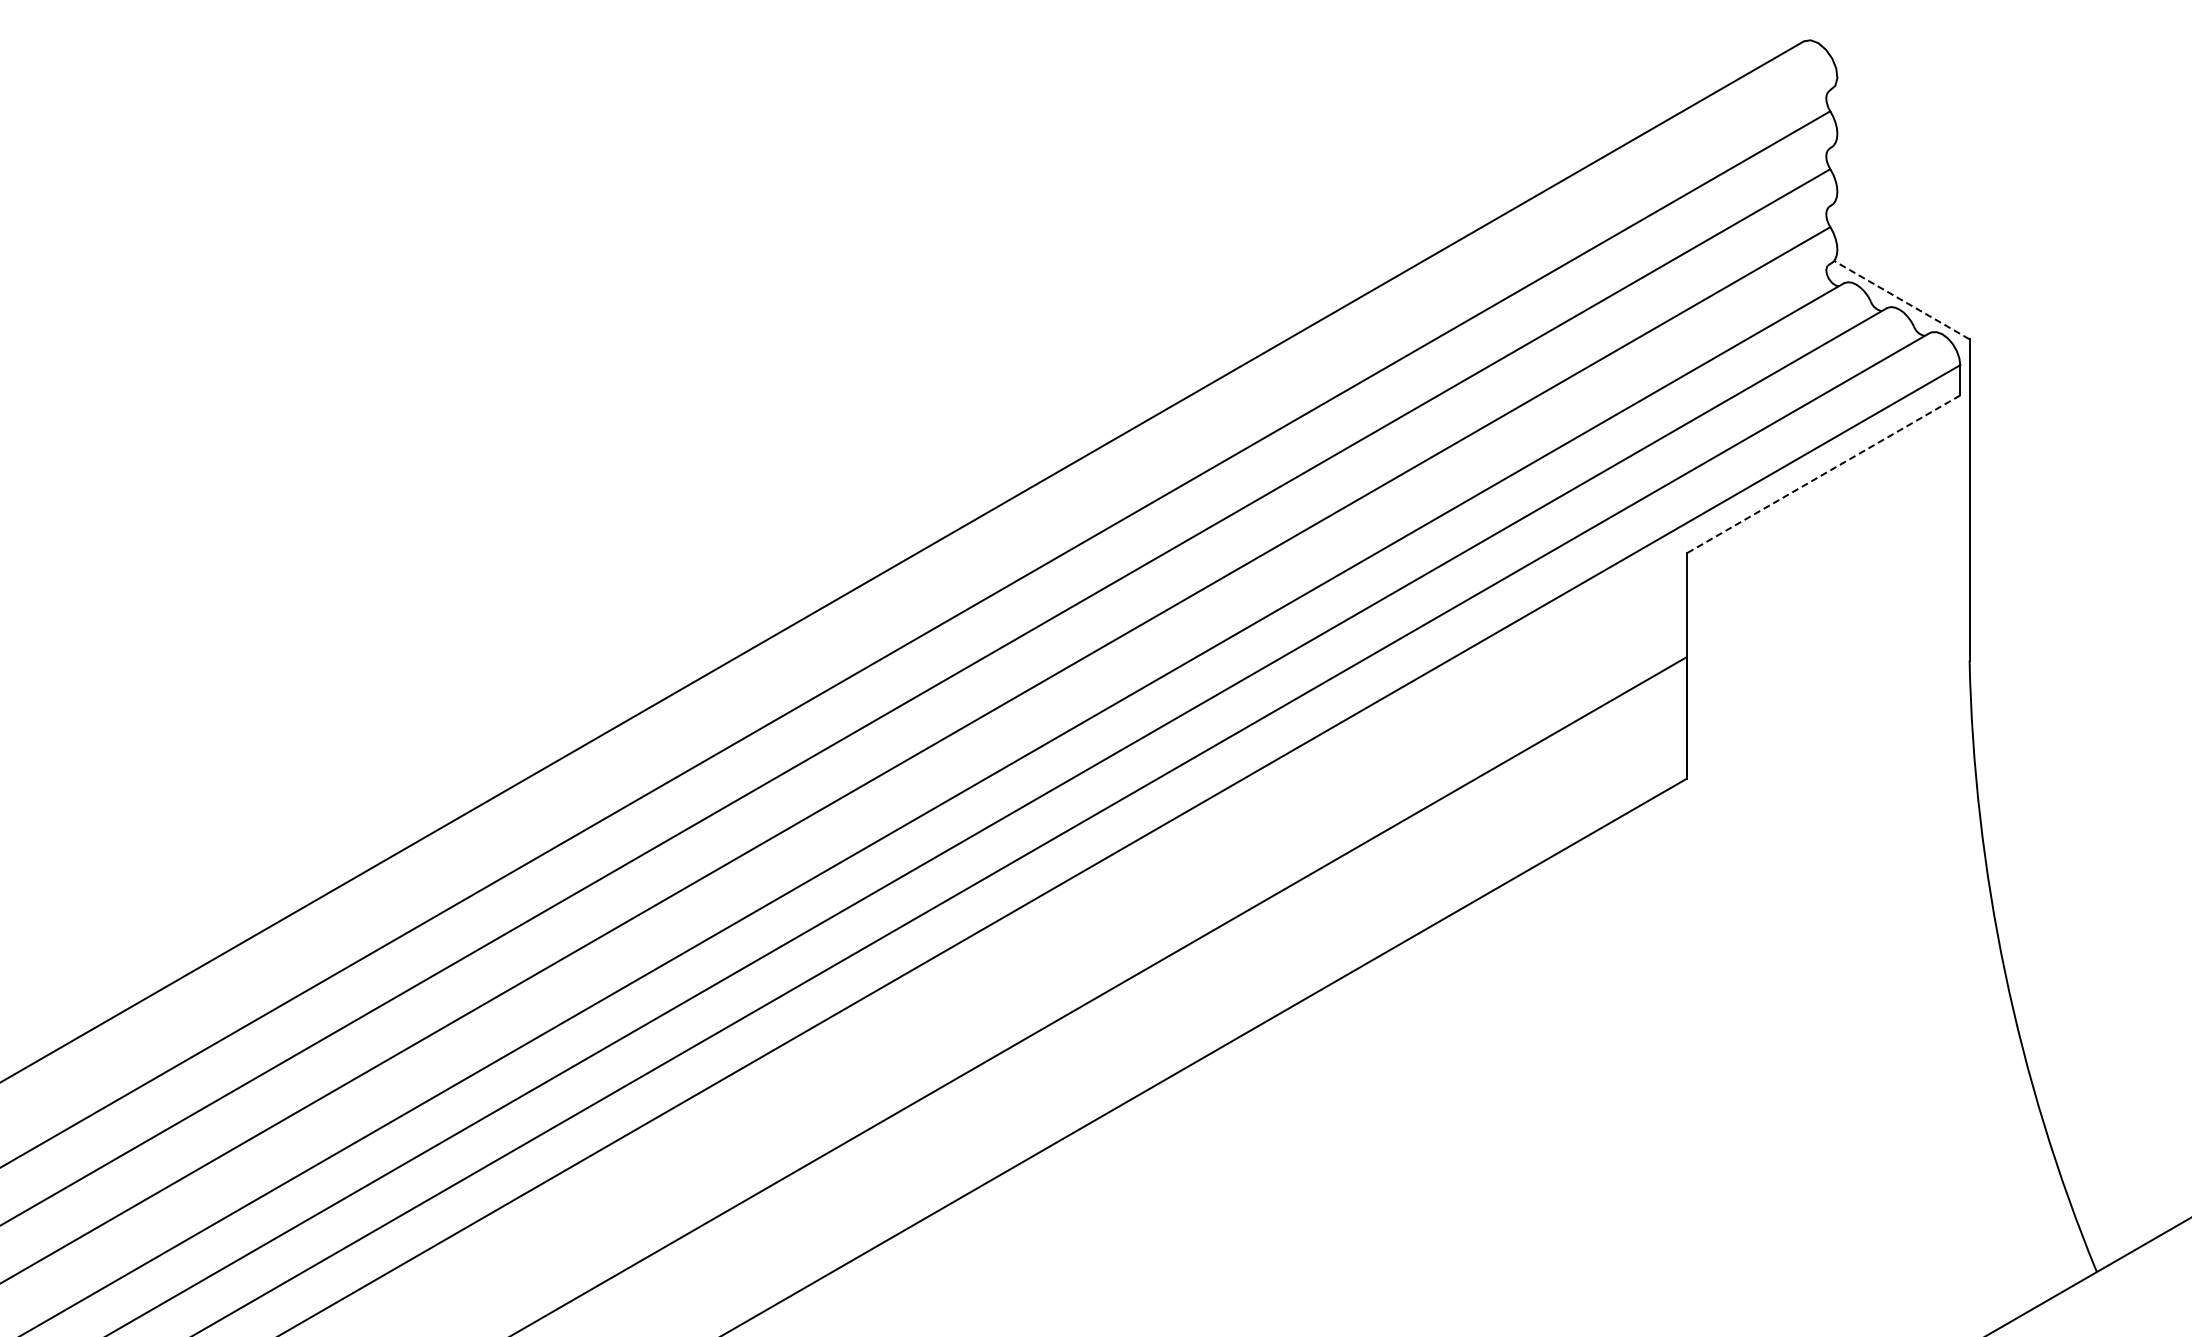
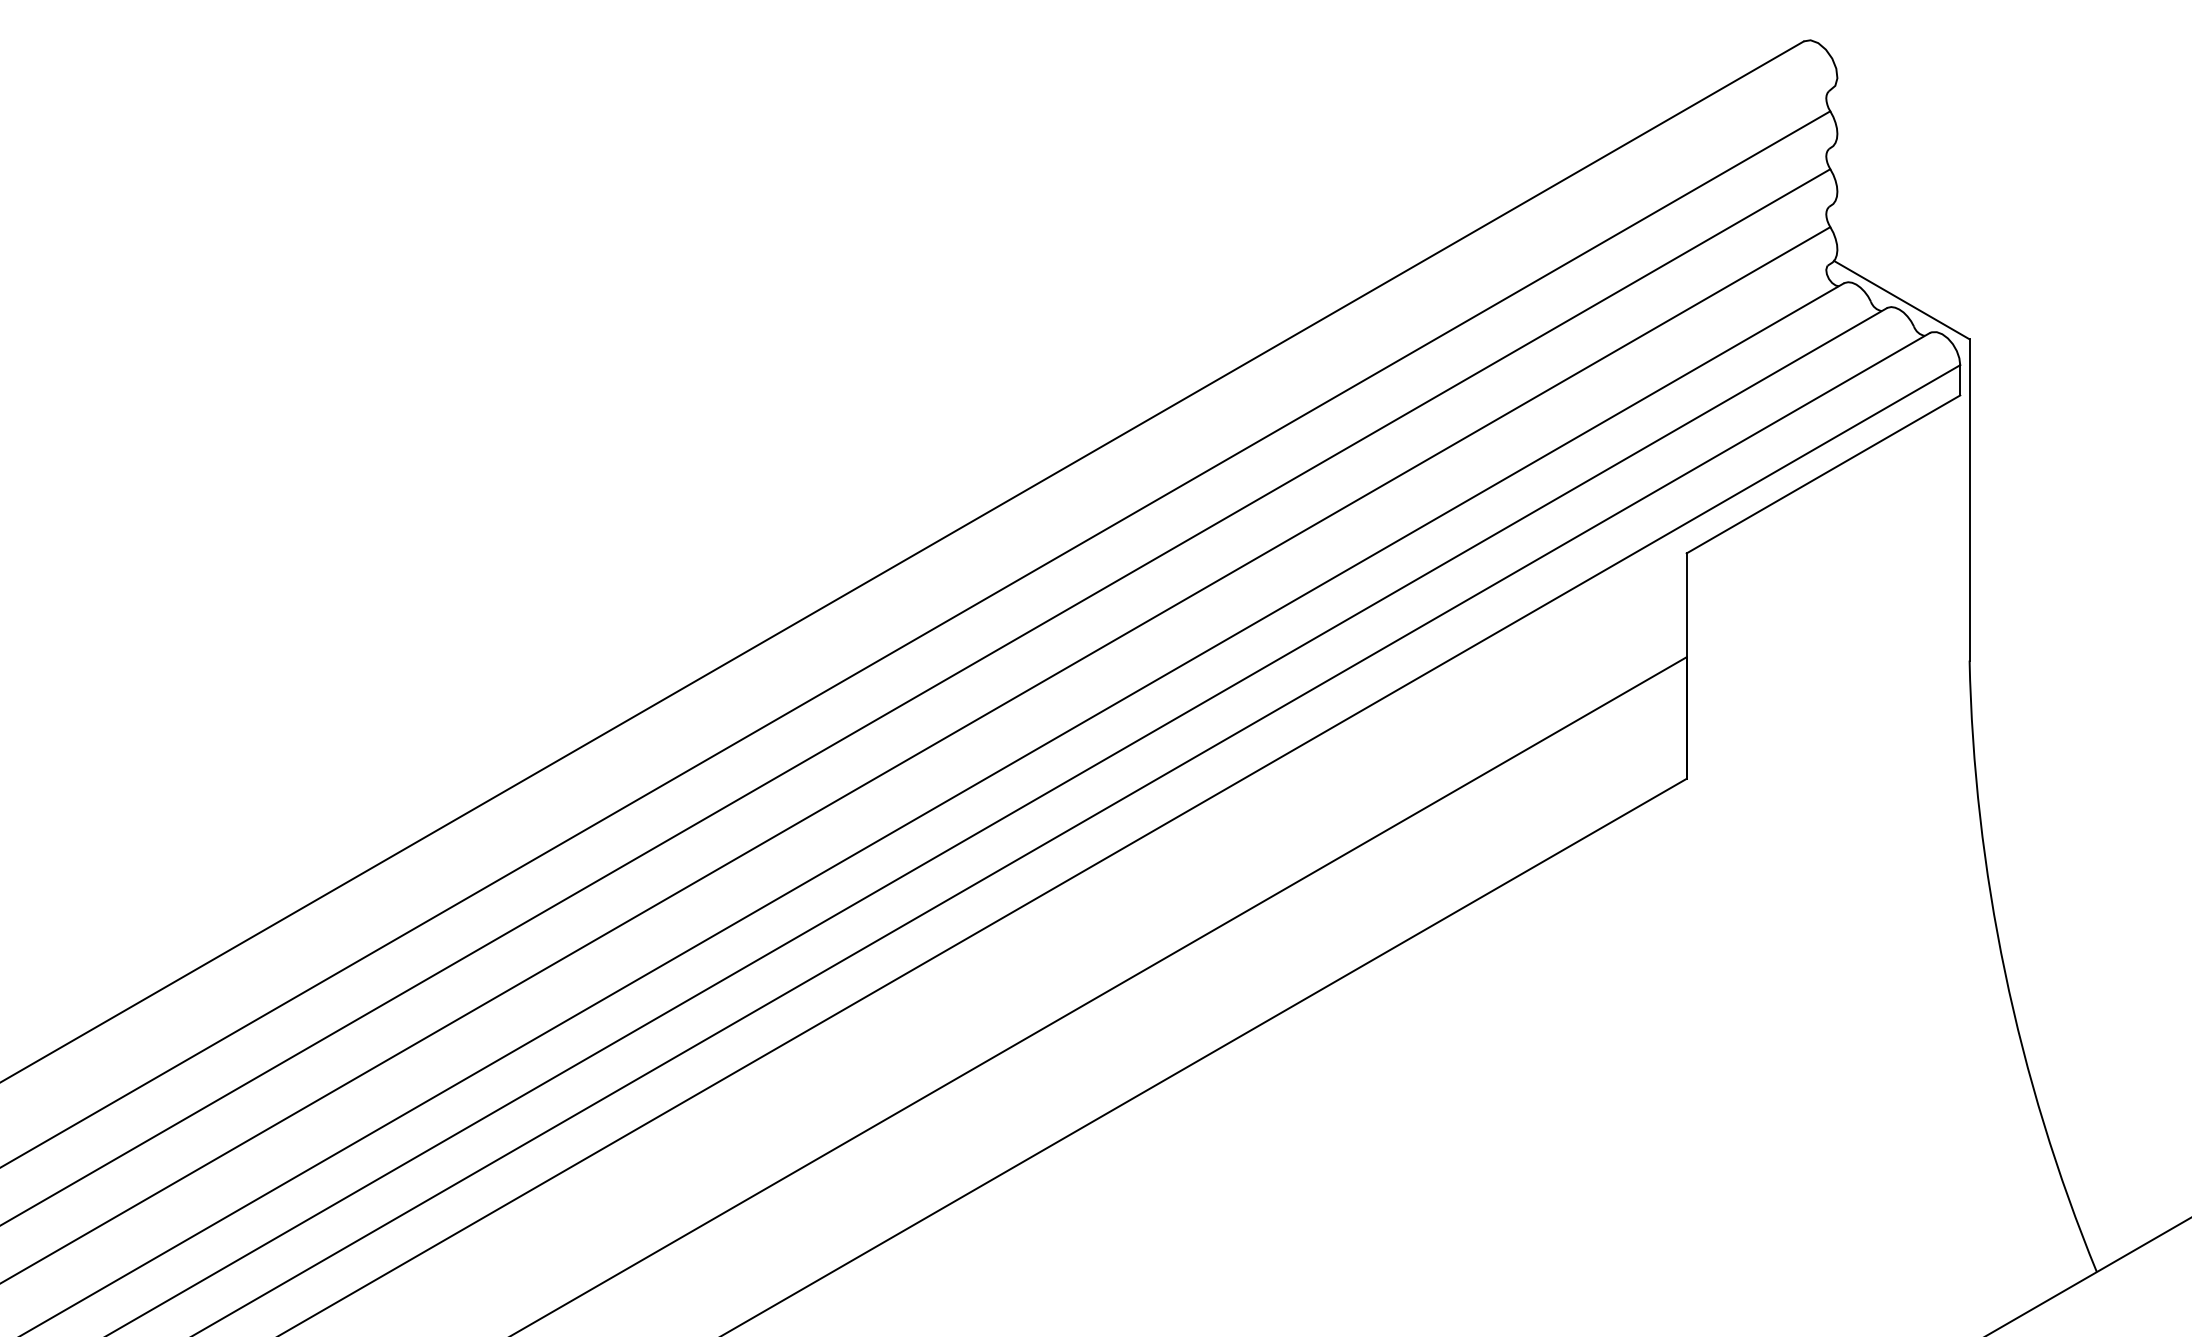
line at (1901, 299): dashed -> solid
line at (1823, 474): dashed -> solid
